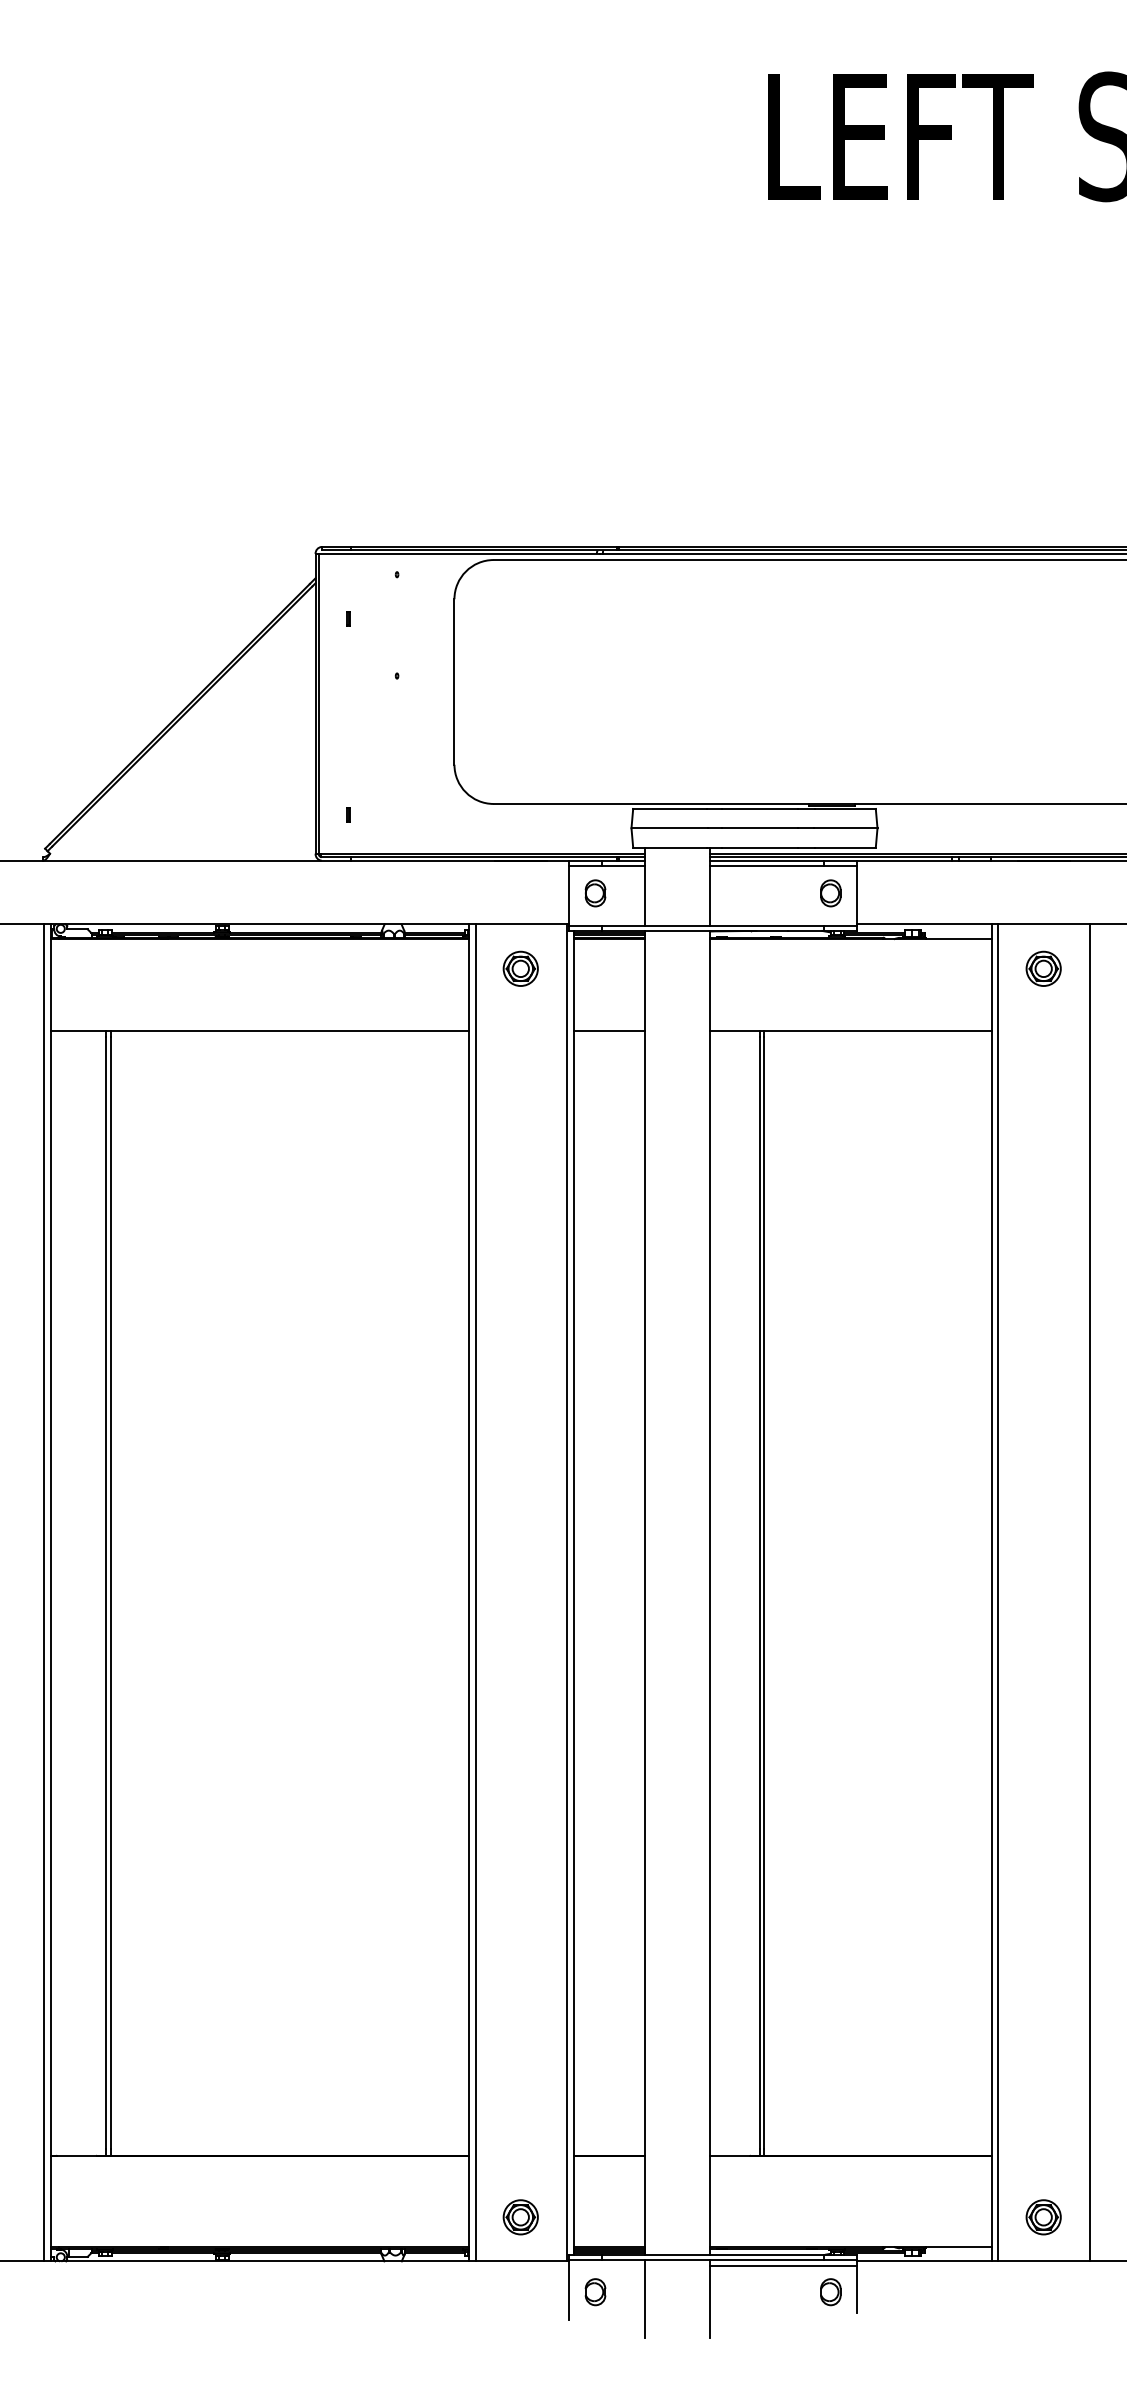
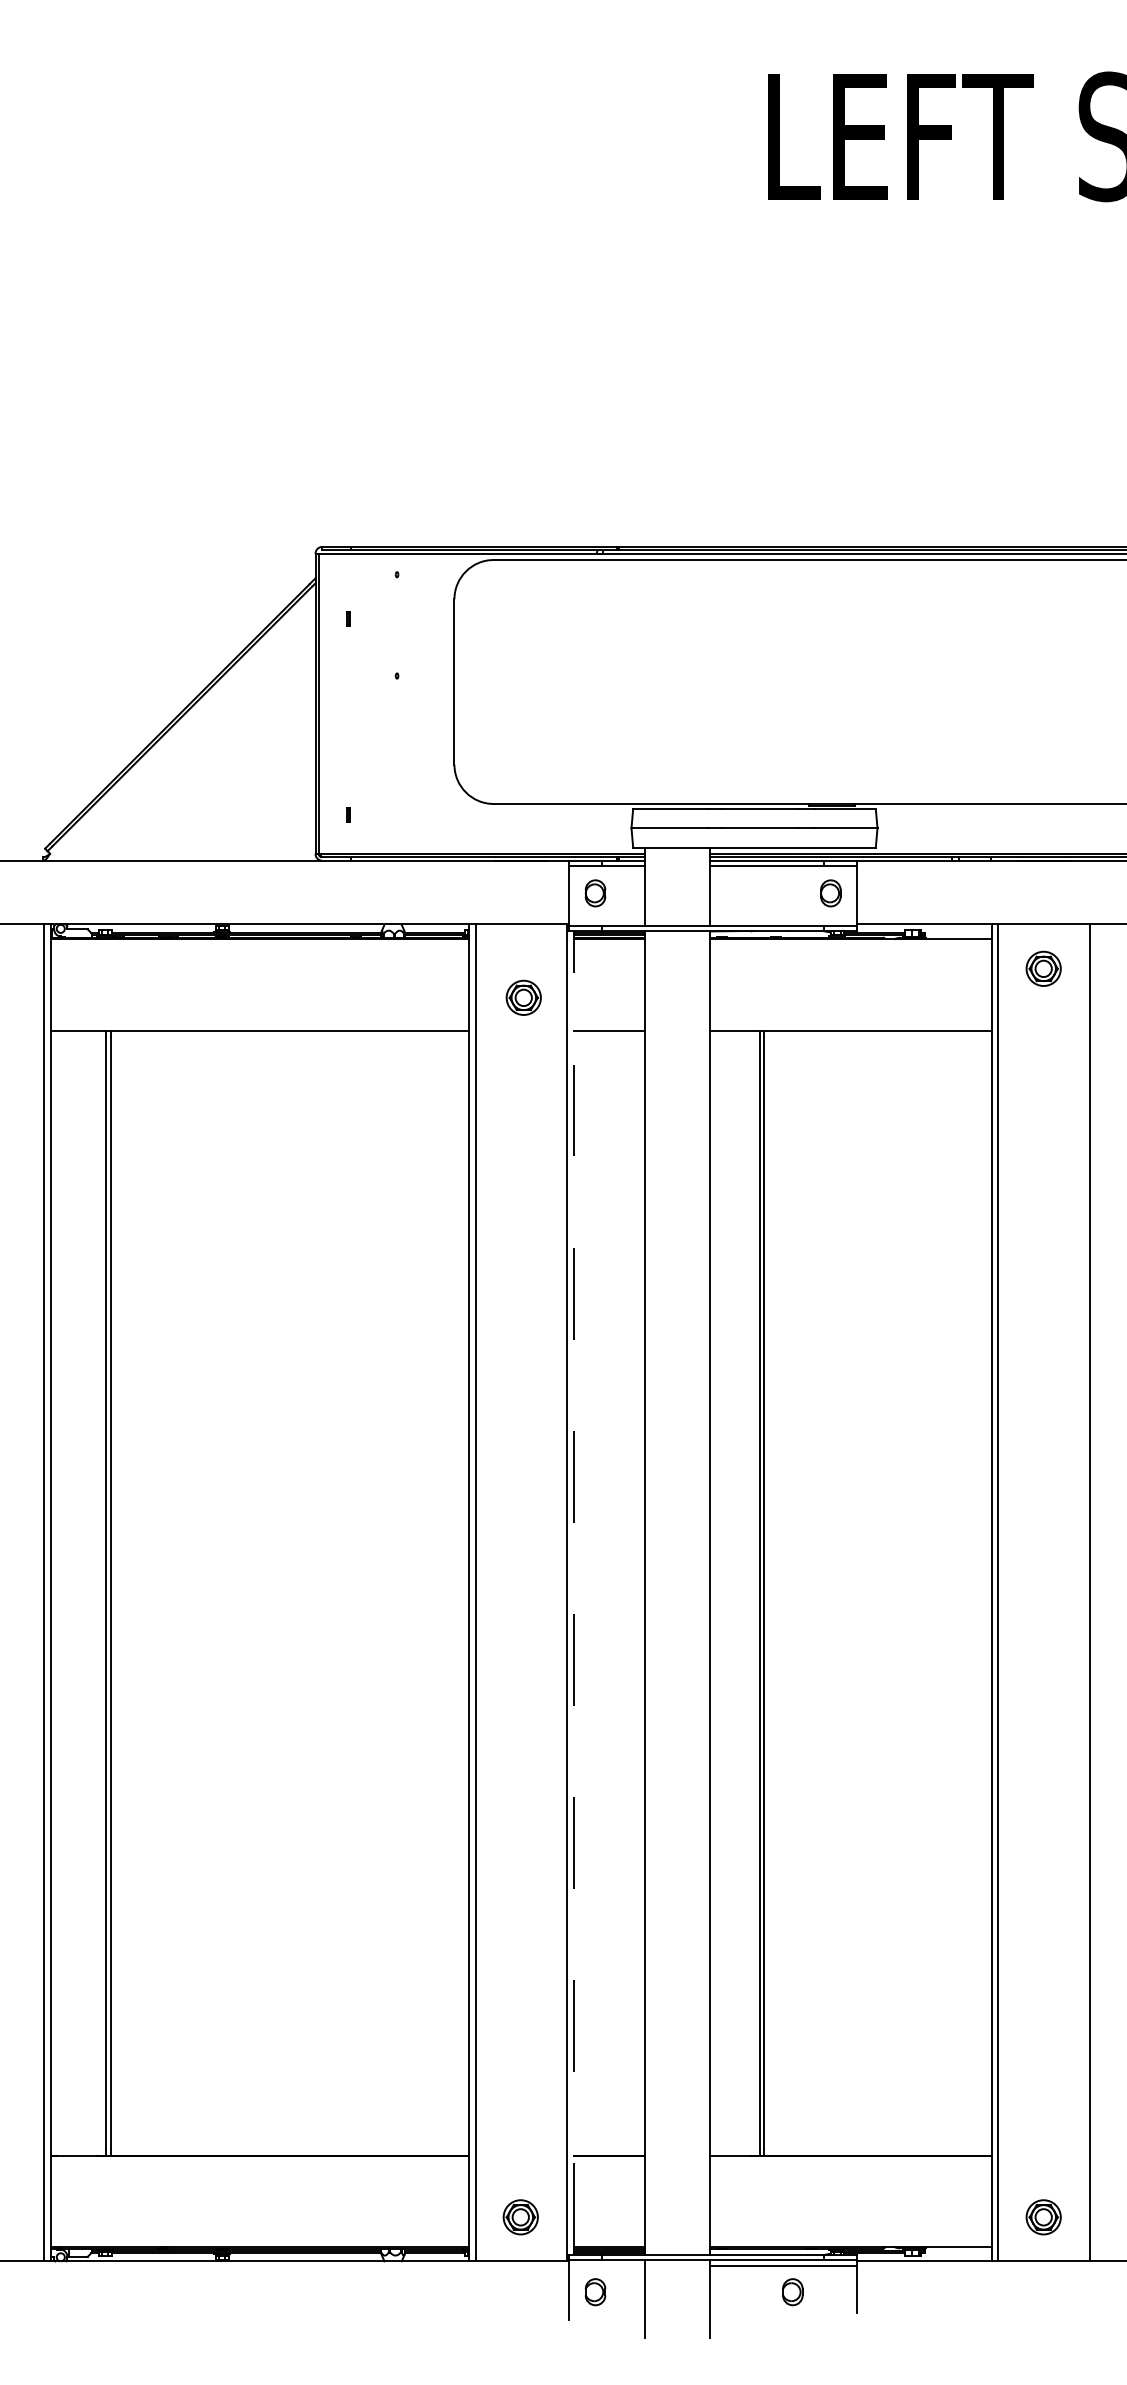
part at (520, 968) position: (520, 968) -> (523, 997)
line at (573, 1592): solid -> dashed
part at (830, 2292) position: (830, 2292) -> (792, 2292)
